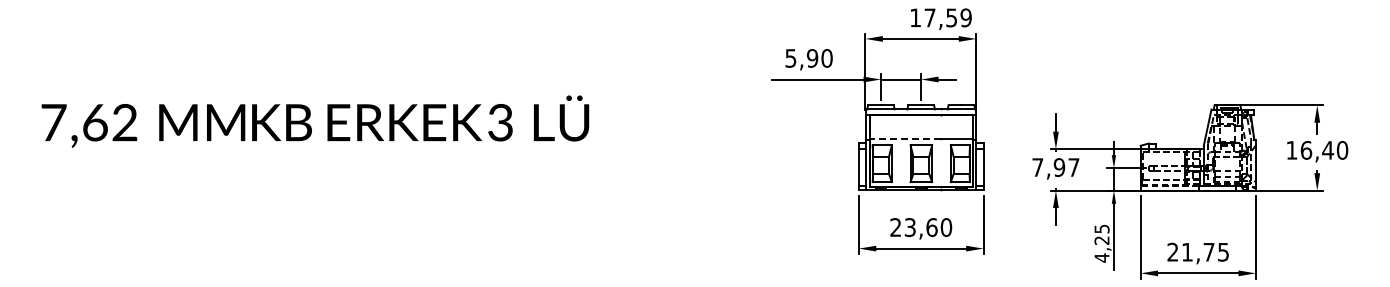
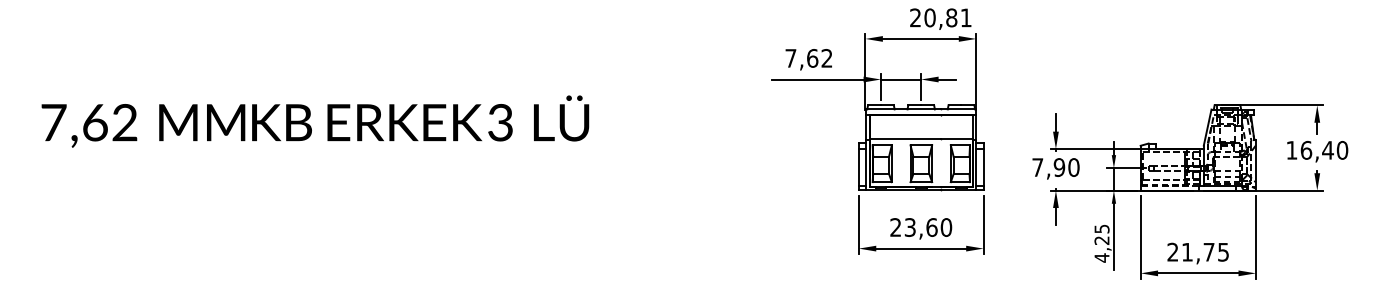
text at (940, 17): 17,59 -> 20,81
text at (808, 58): 5,90 -> 7,62
line at (905, 138): dashed -> solid
text at (1073, 167): 7,97 -> 7,90
